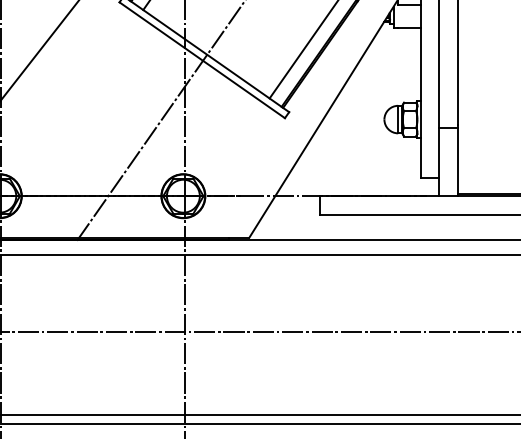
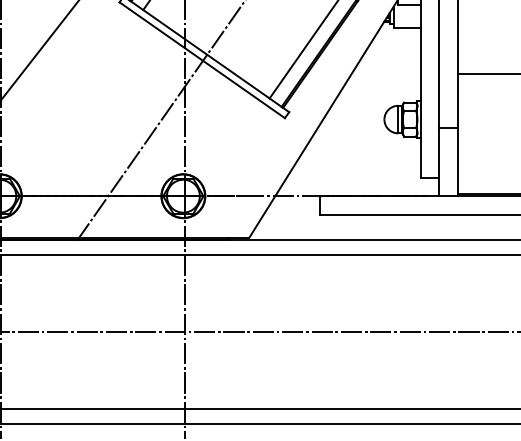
line at (487, 73): none -> present
line at (259, 415) position: (259, 415) -> (259, 409)
